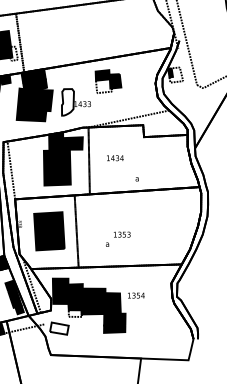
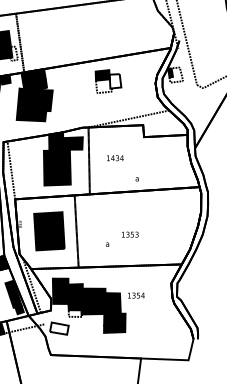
fill at (115, 81): present -> none
part at (75, 102): present -> none
text at (122, 234) position: (122, 234) -> (130, 234)
